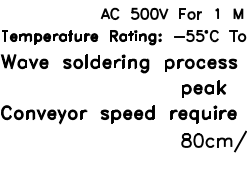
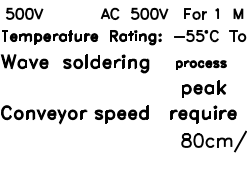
part at (24, 13): none -> present
part at (190, 13) position: (190, 13) -> (195, 13)
part at (201, 64) size: 73x14 px -> 51x10 px
part at (127, 114) position: (127, 114) -> (121, 114)
